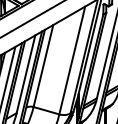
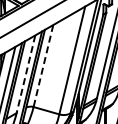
line at (43, 66): solid -> dashed
line at (26, 74): solid -> dashed
